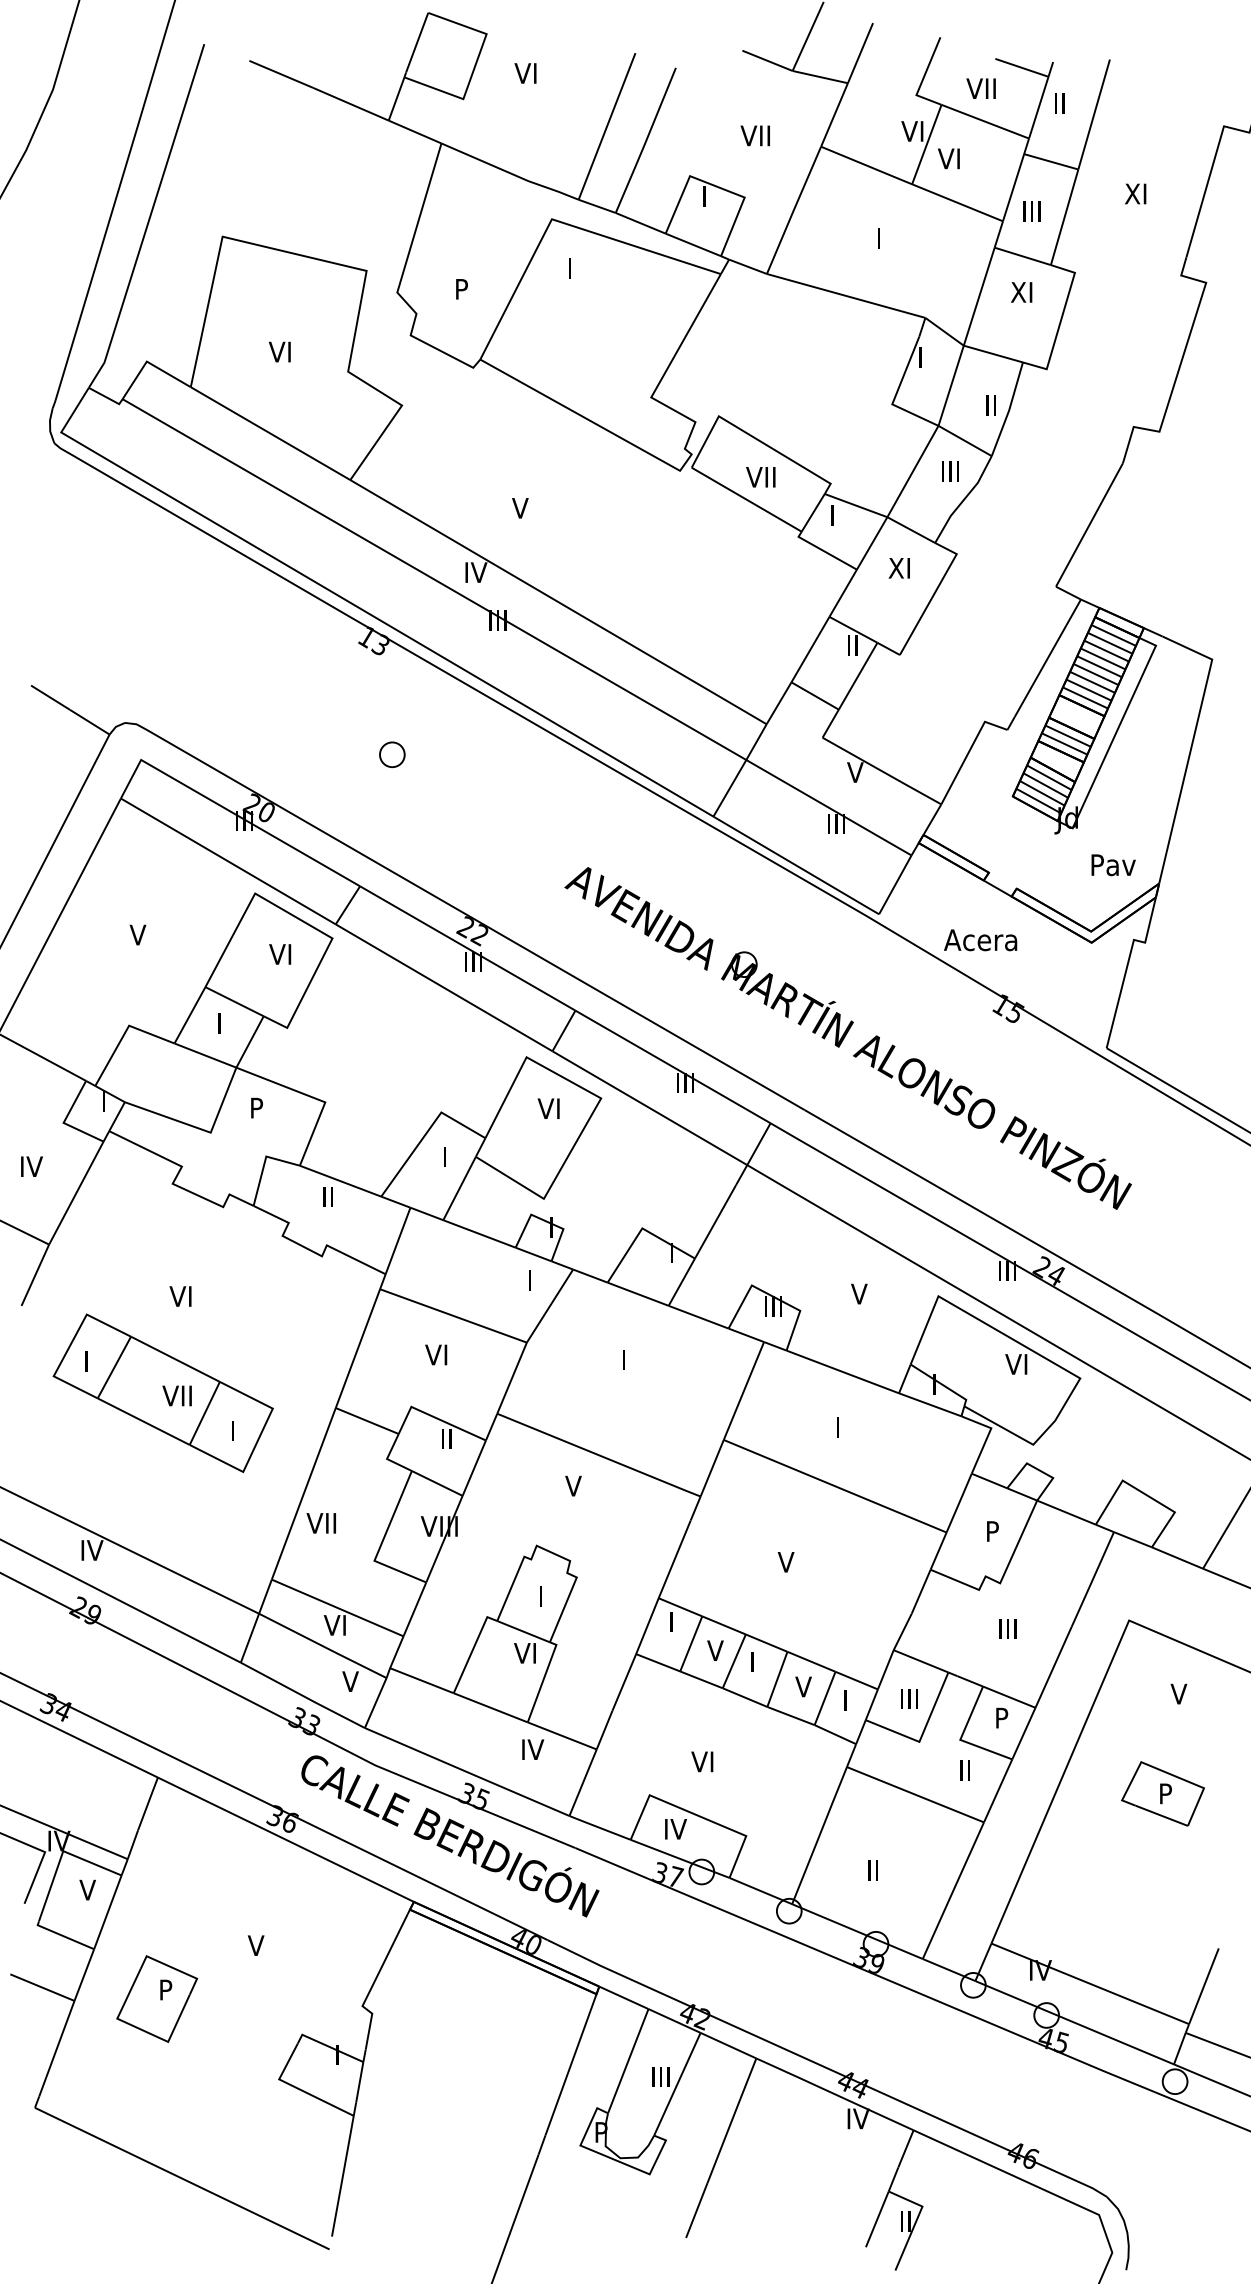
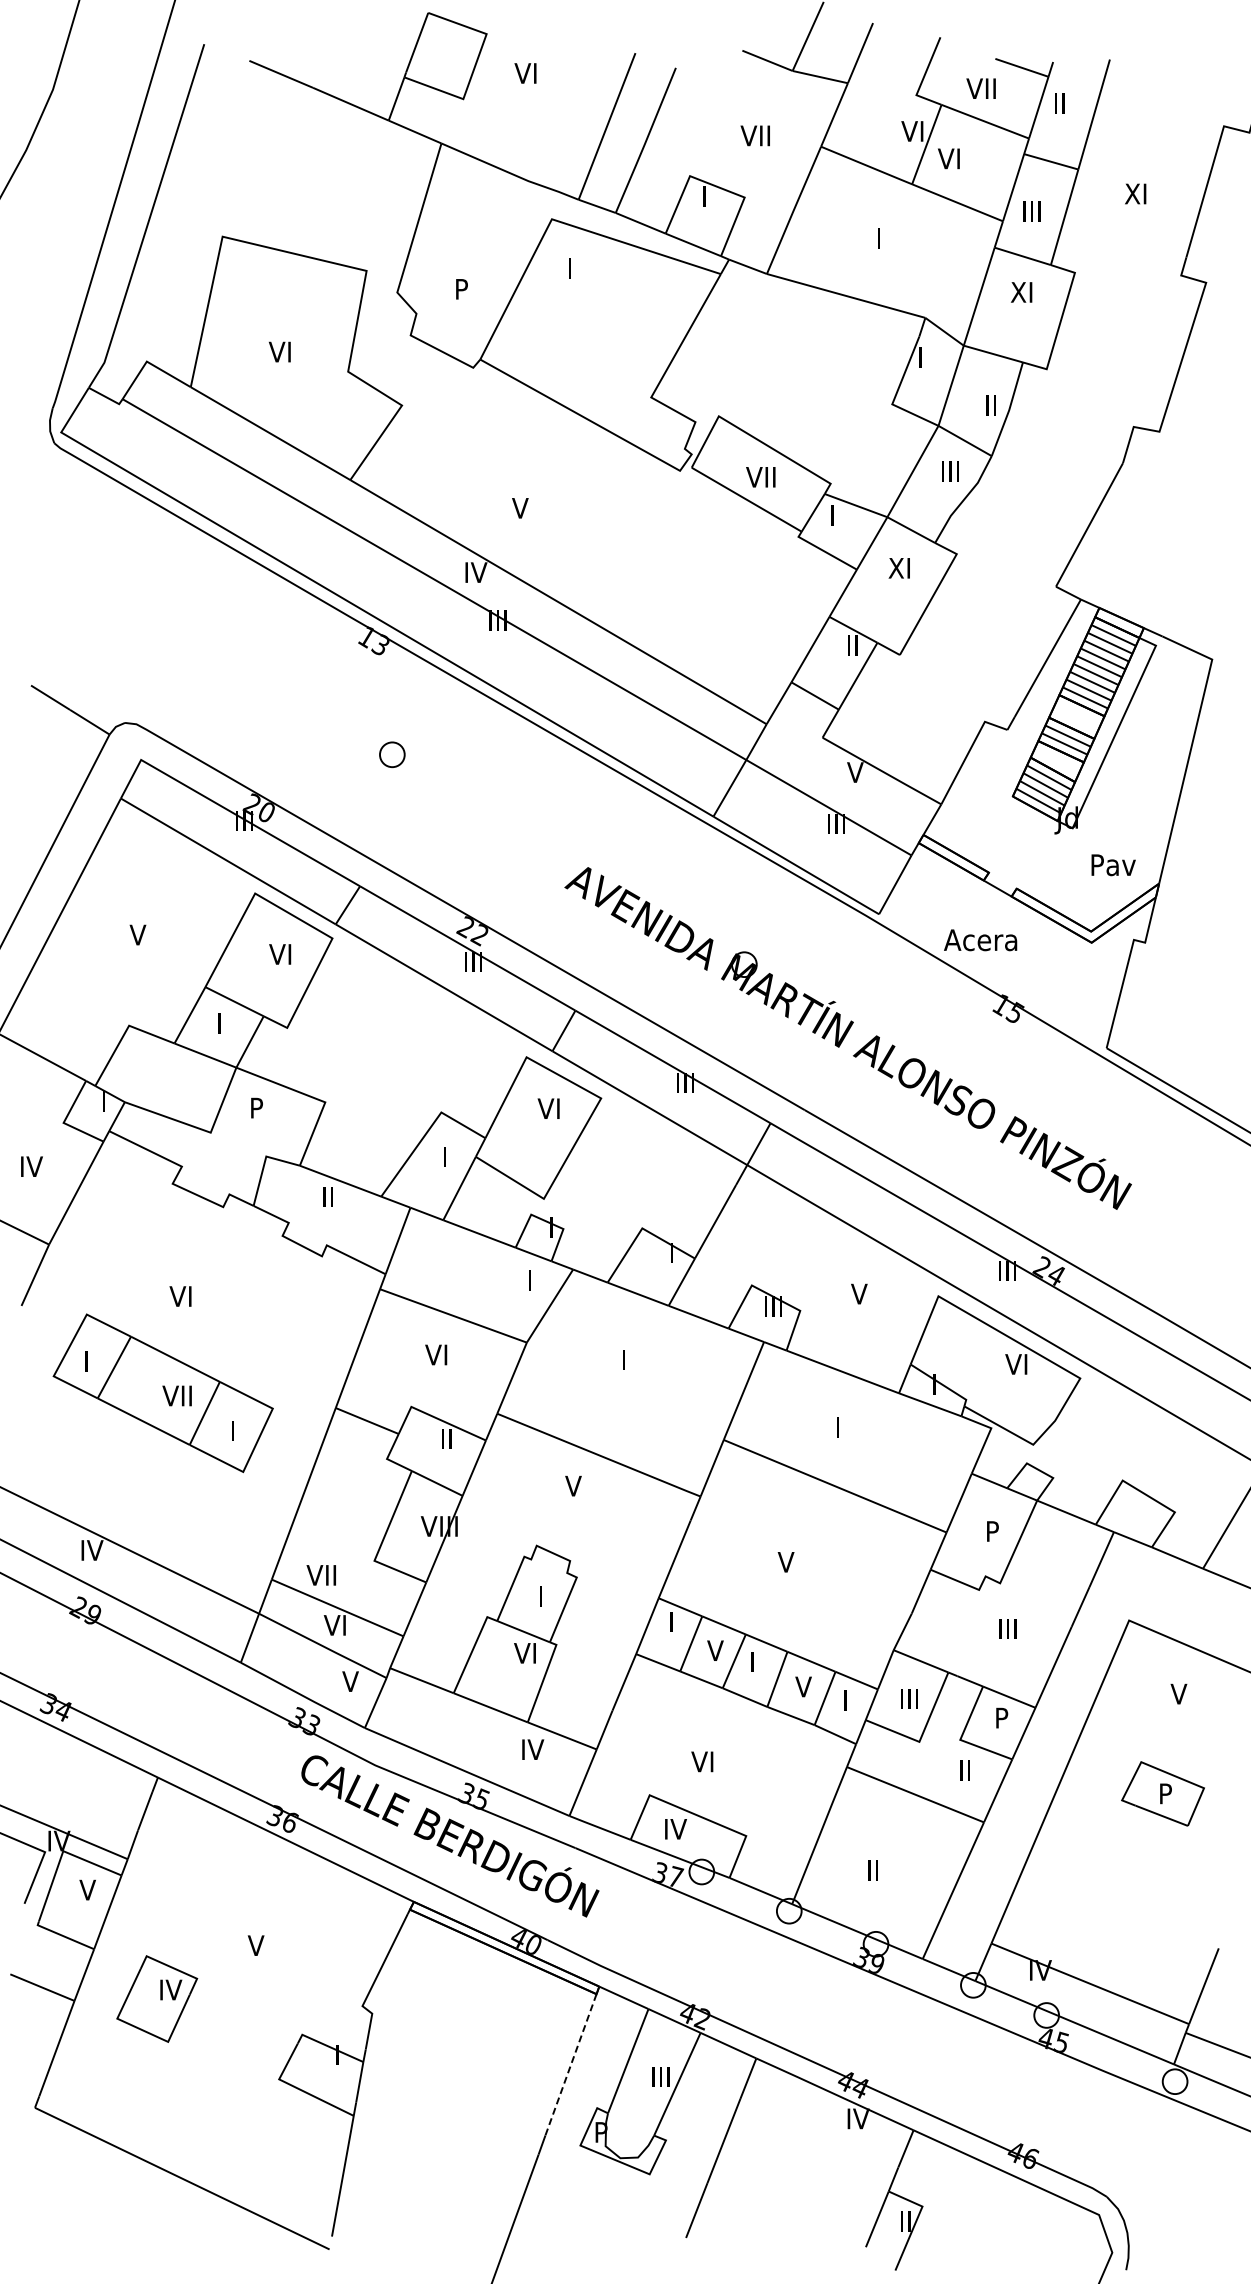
text at (320, 1523) position: (320, 1523) -> (320, 1575)
text at (172, 1989): P -> IV
line at (571, 2064): solid -> dashed
